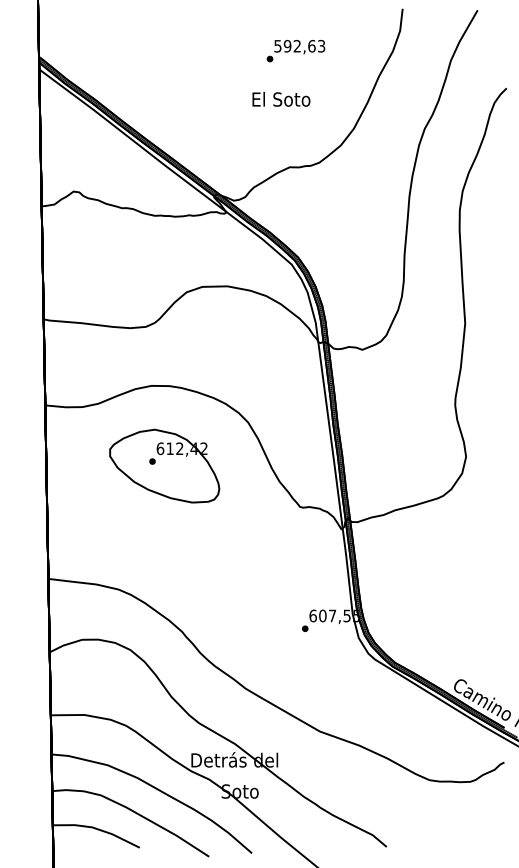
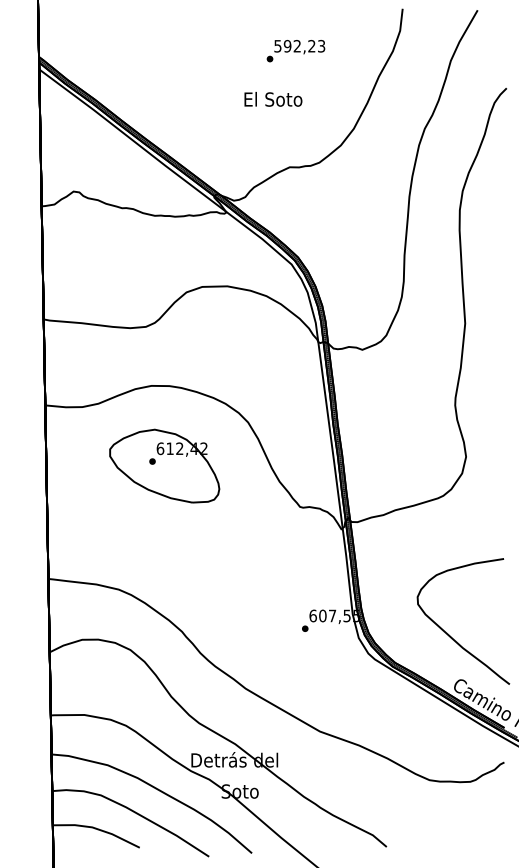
text at (311, 45): 592,63 -> 592,23
text at (281, 99) position: (281, 99) -> (273, 99)
curve at (449, 634): none -> present
